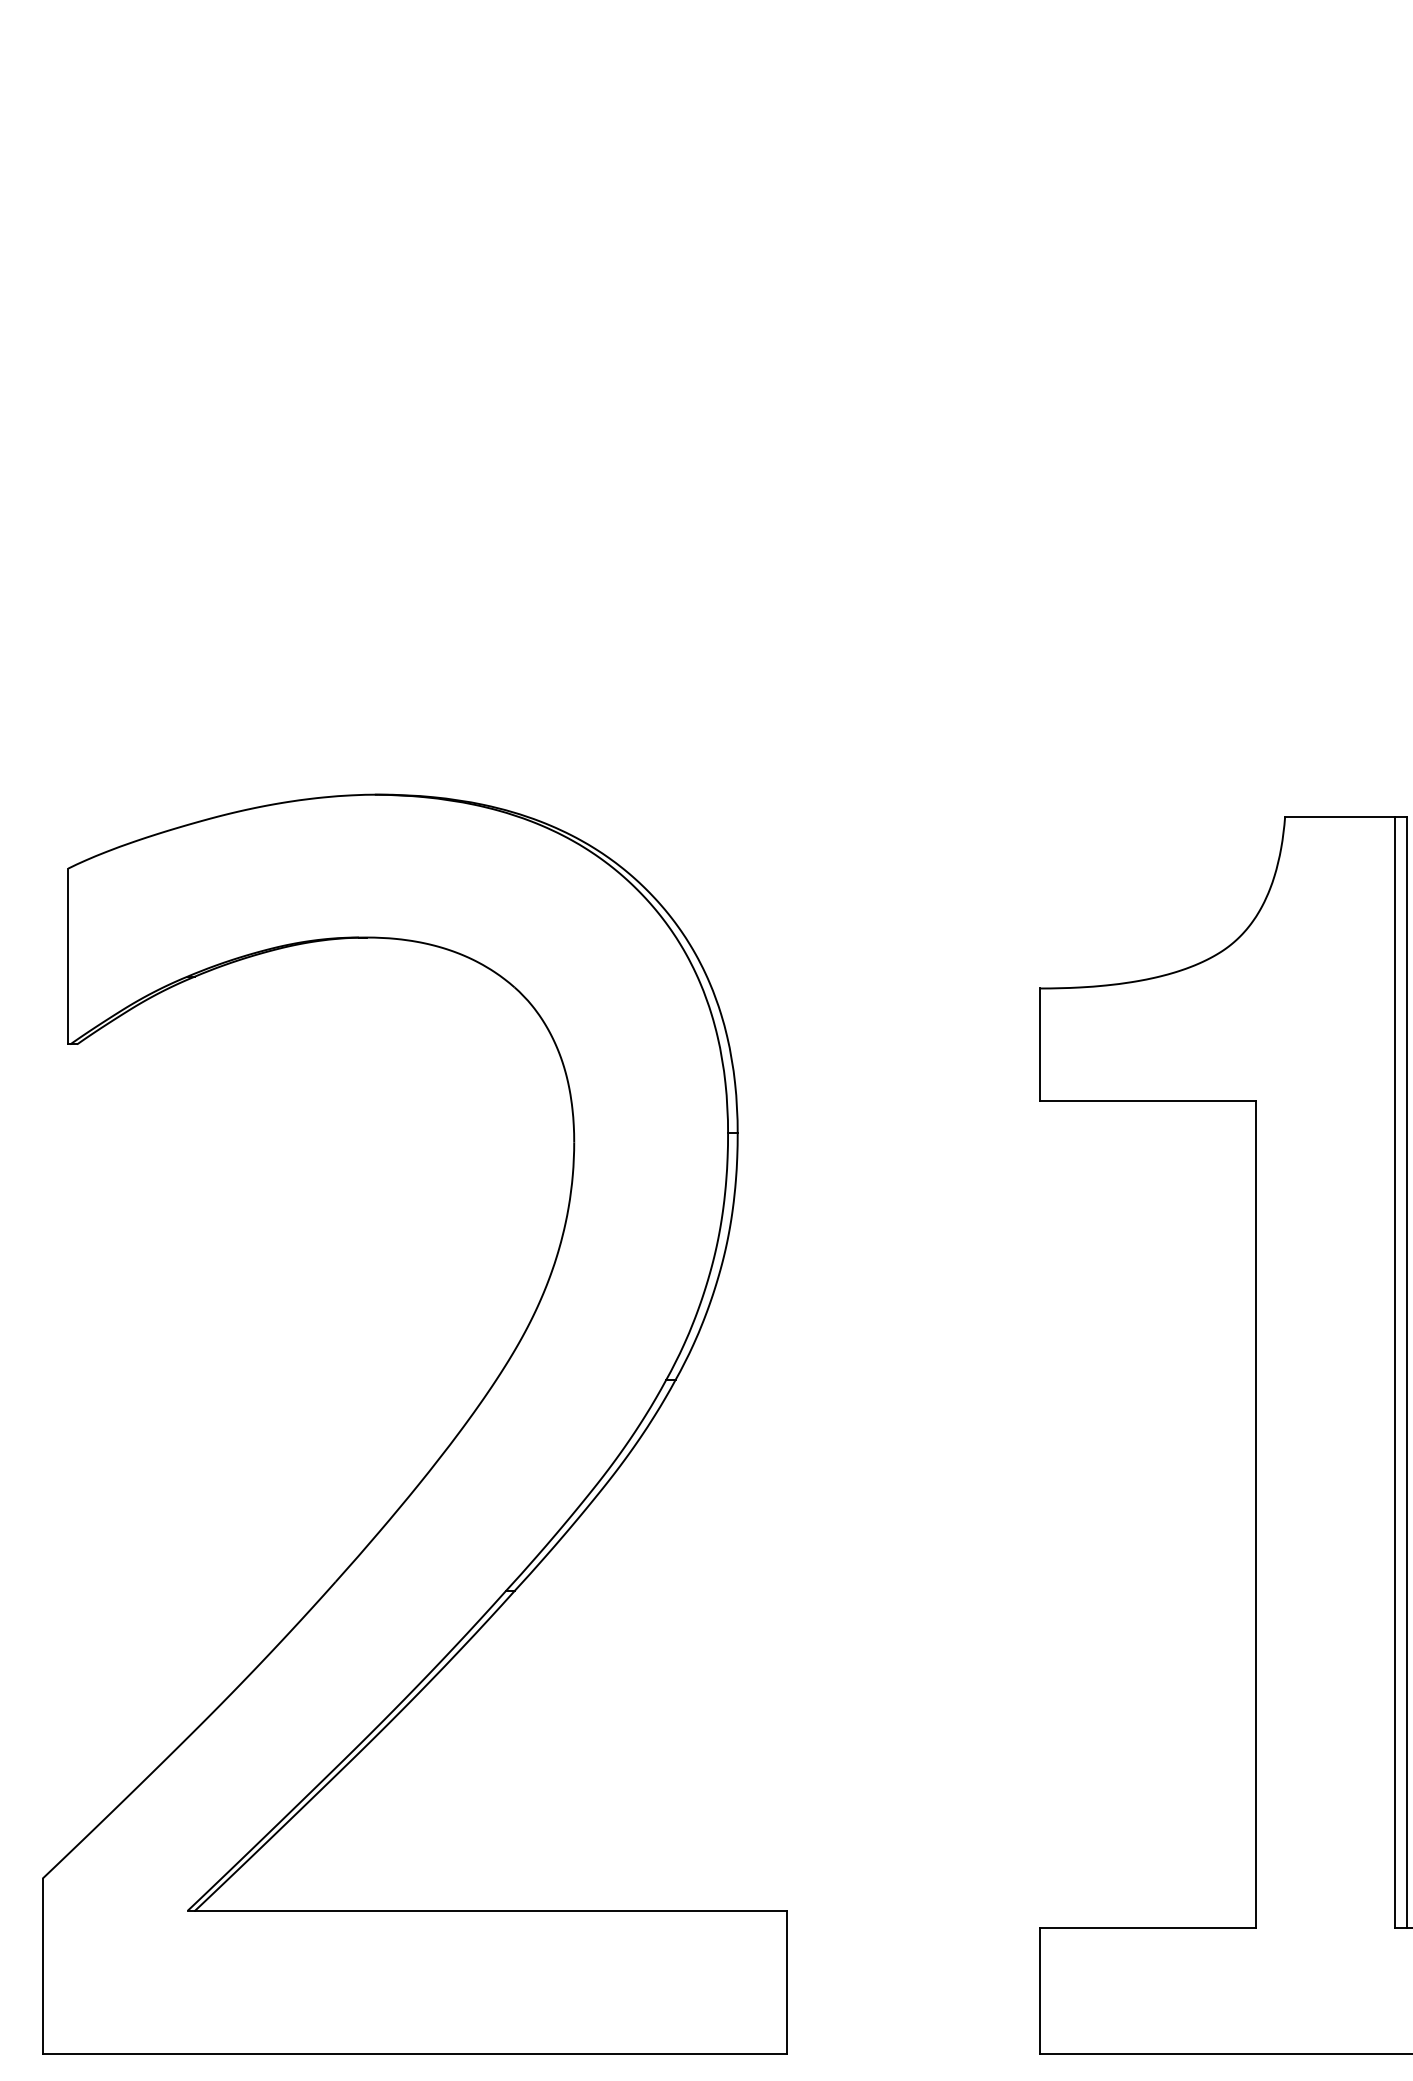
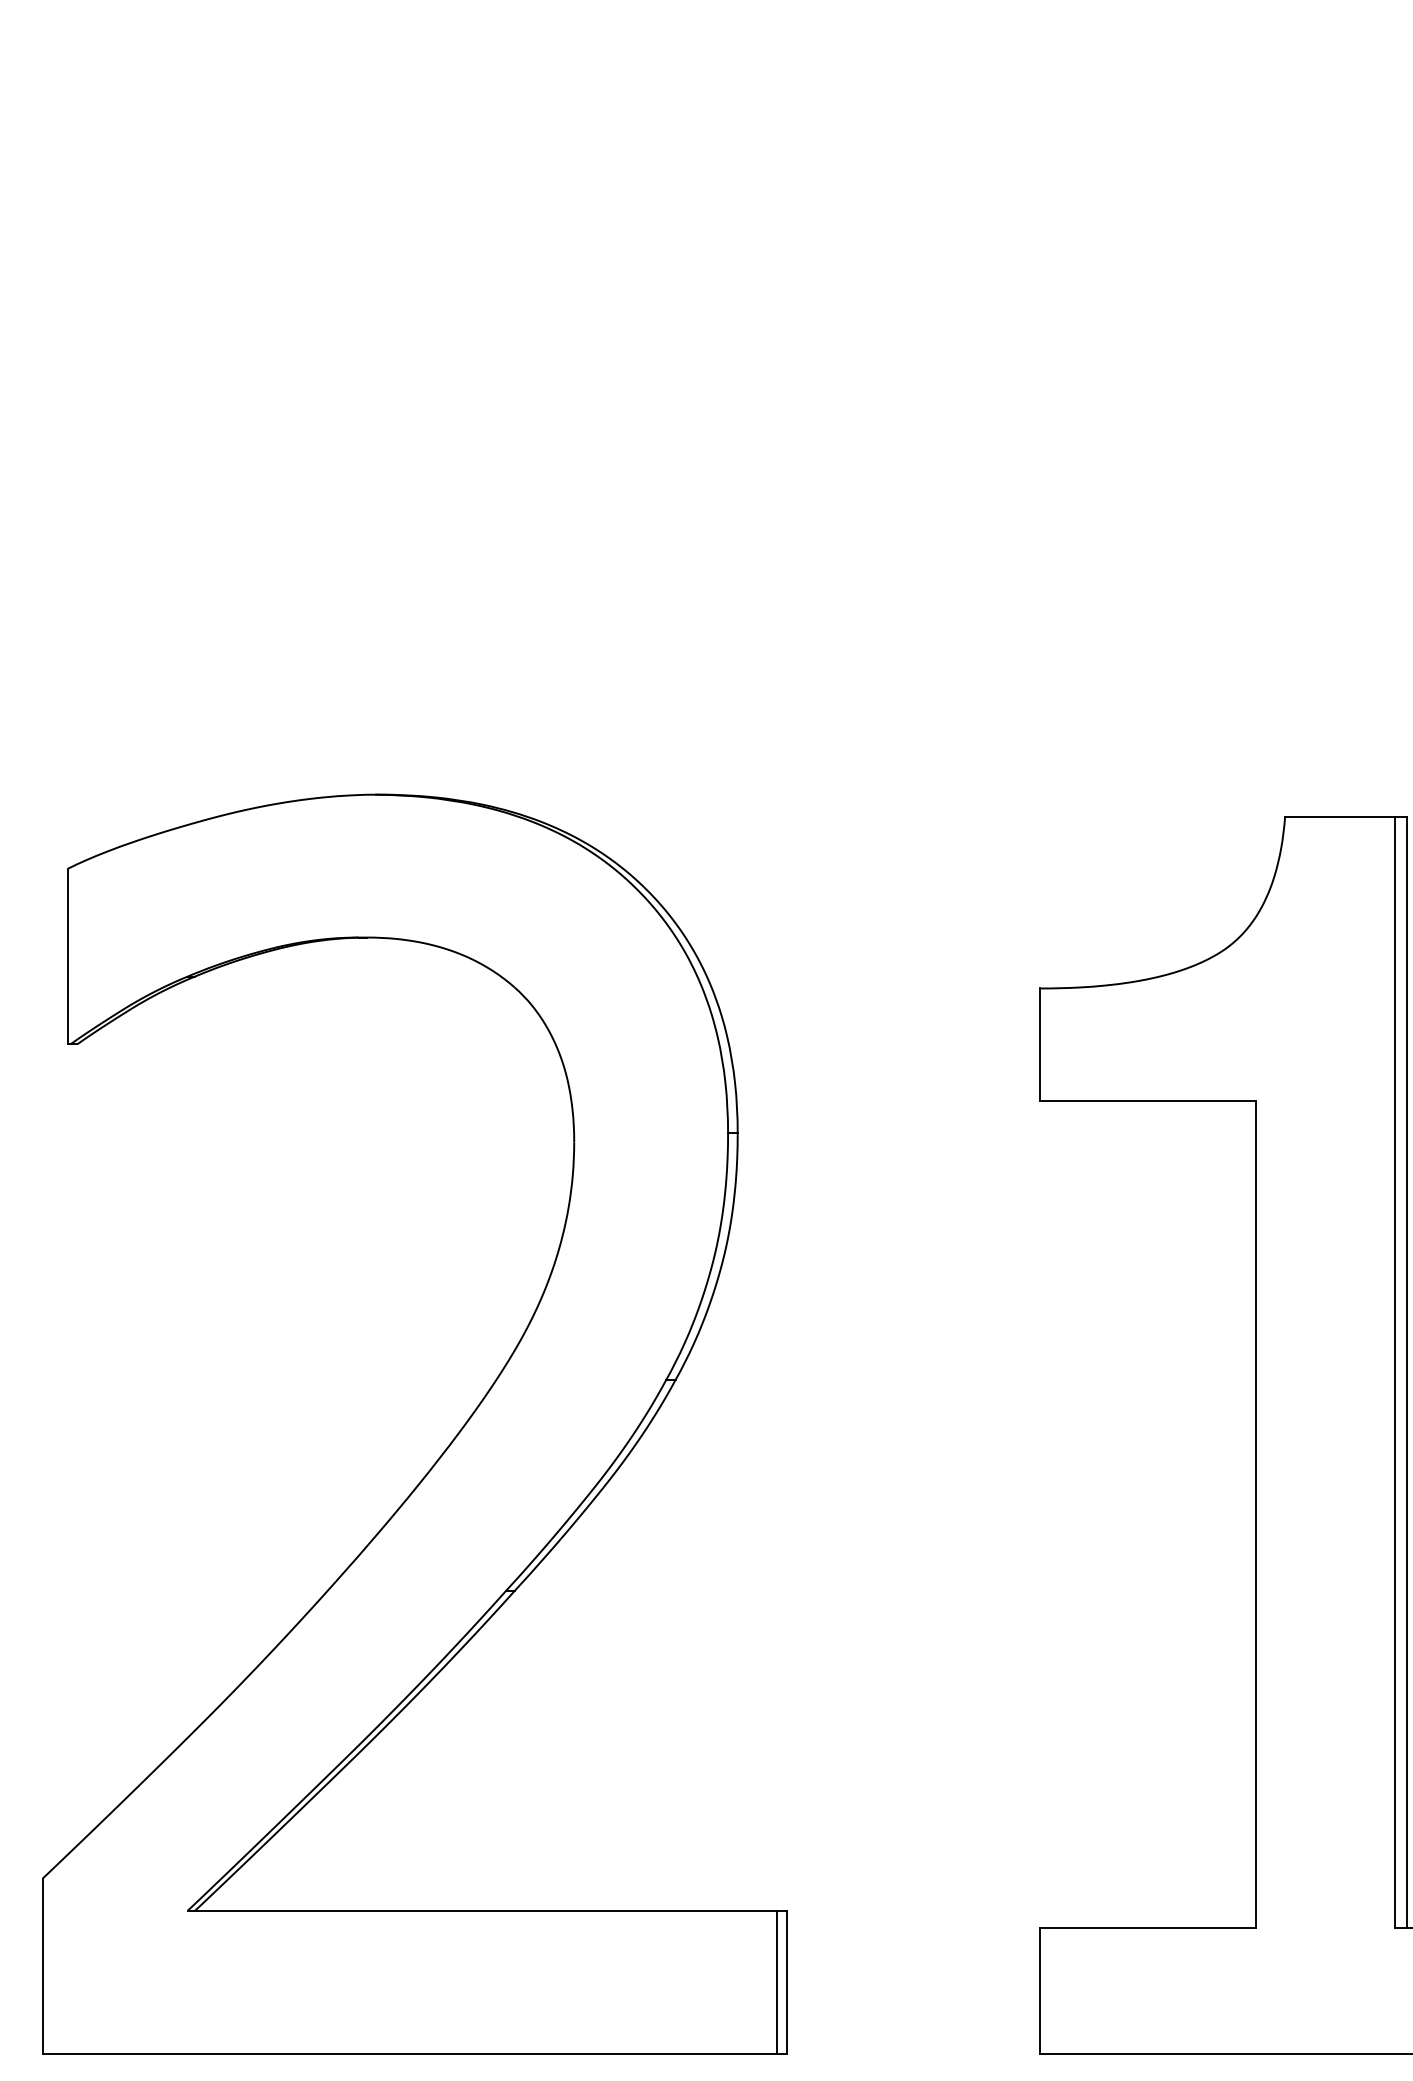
line at (777, 1981): none -> present
